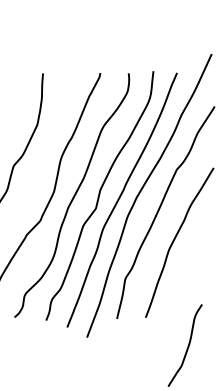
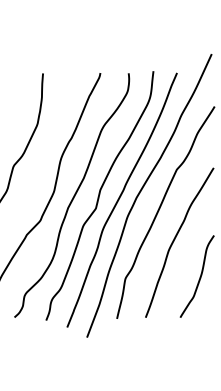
curve at (187, 345) position: (187, 345) -> (199, 276)
